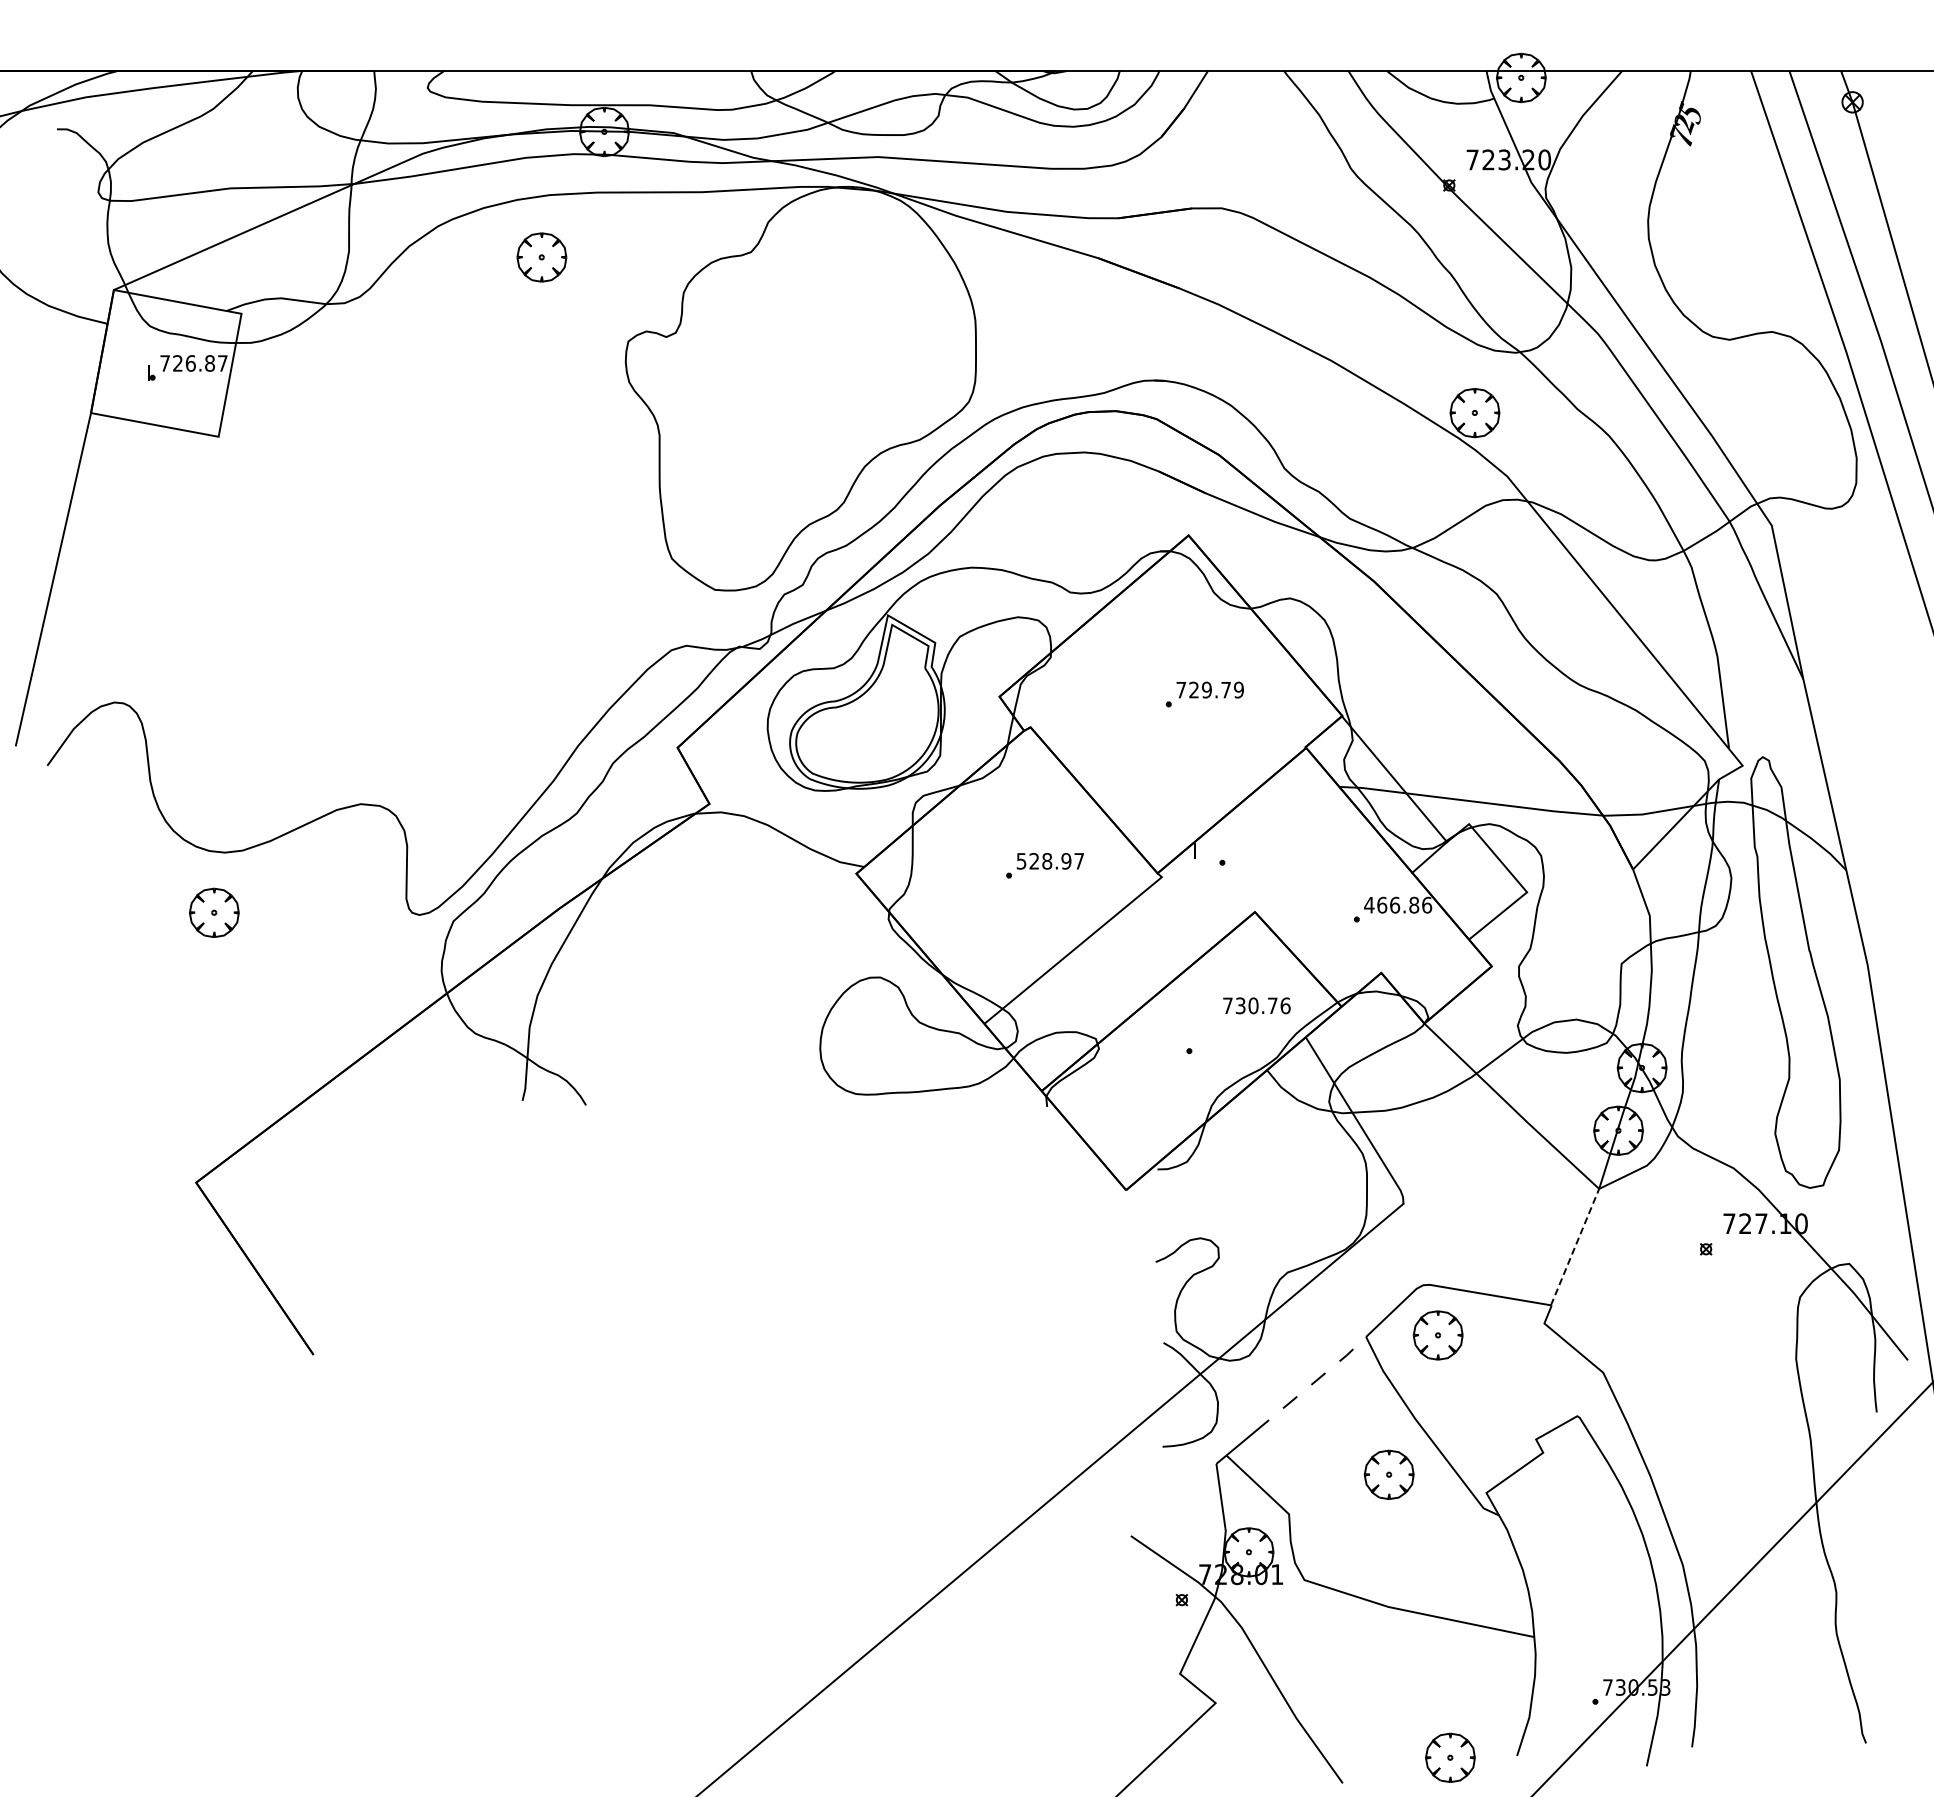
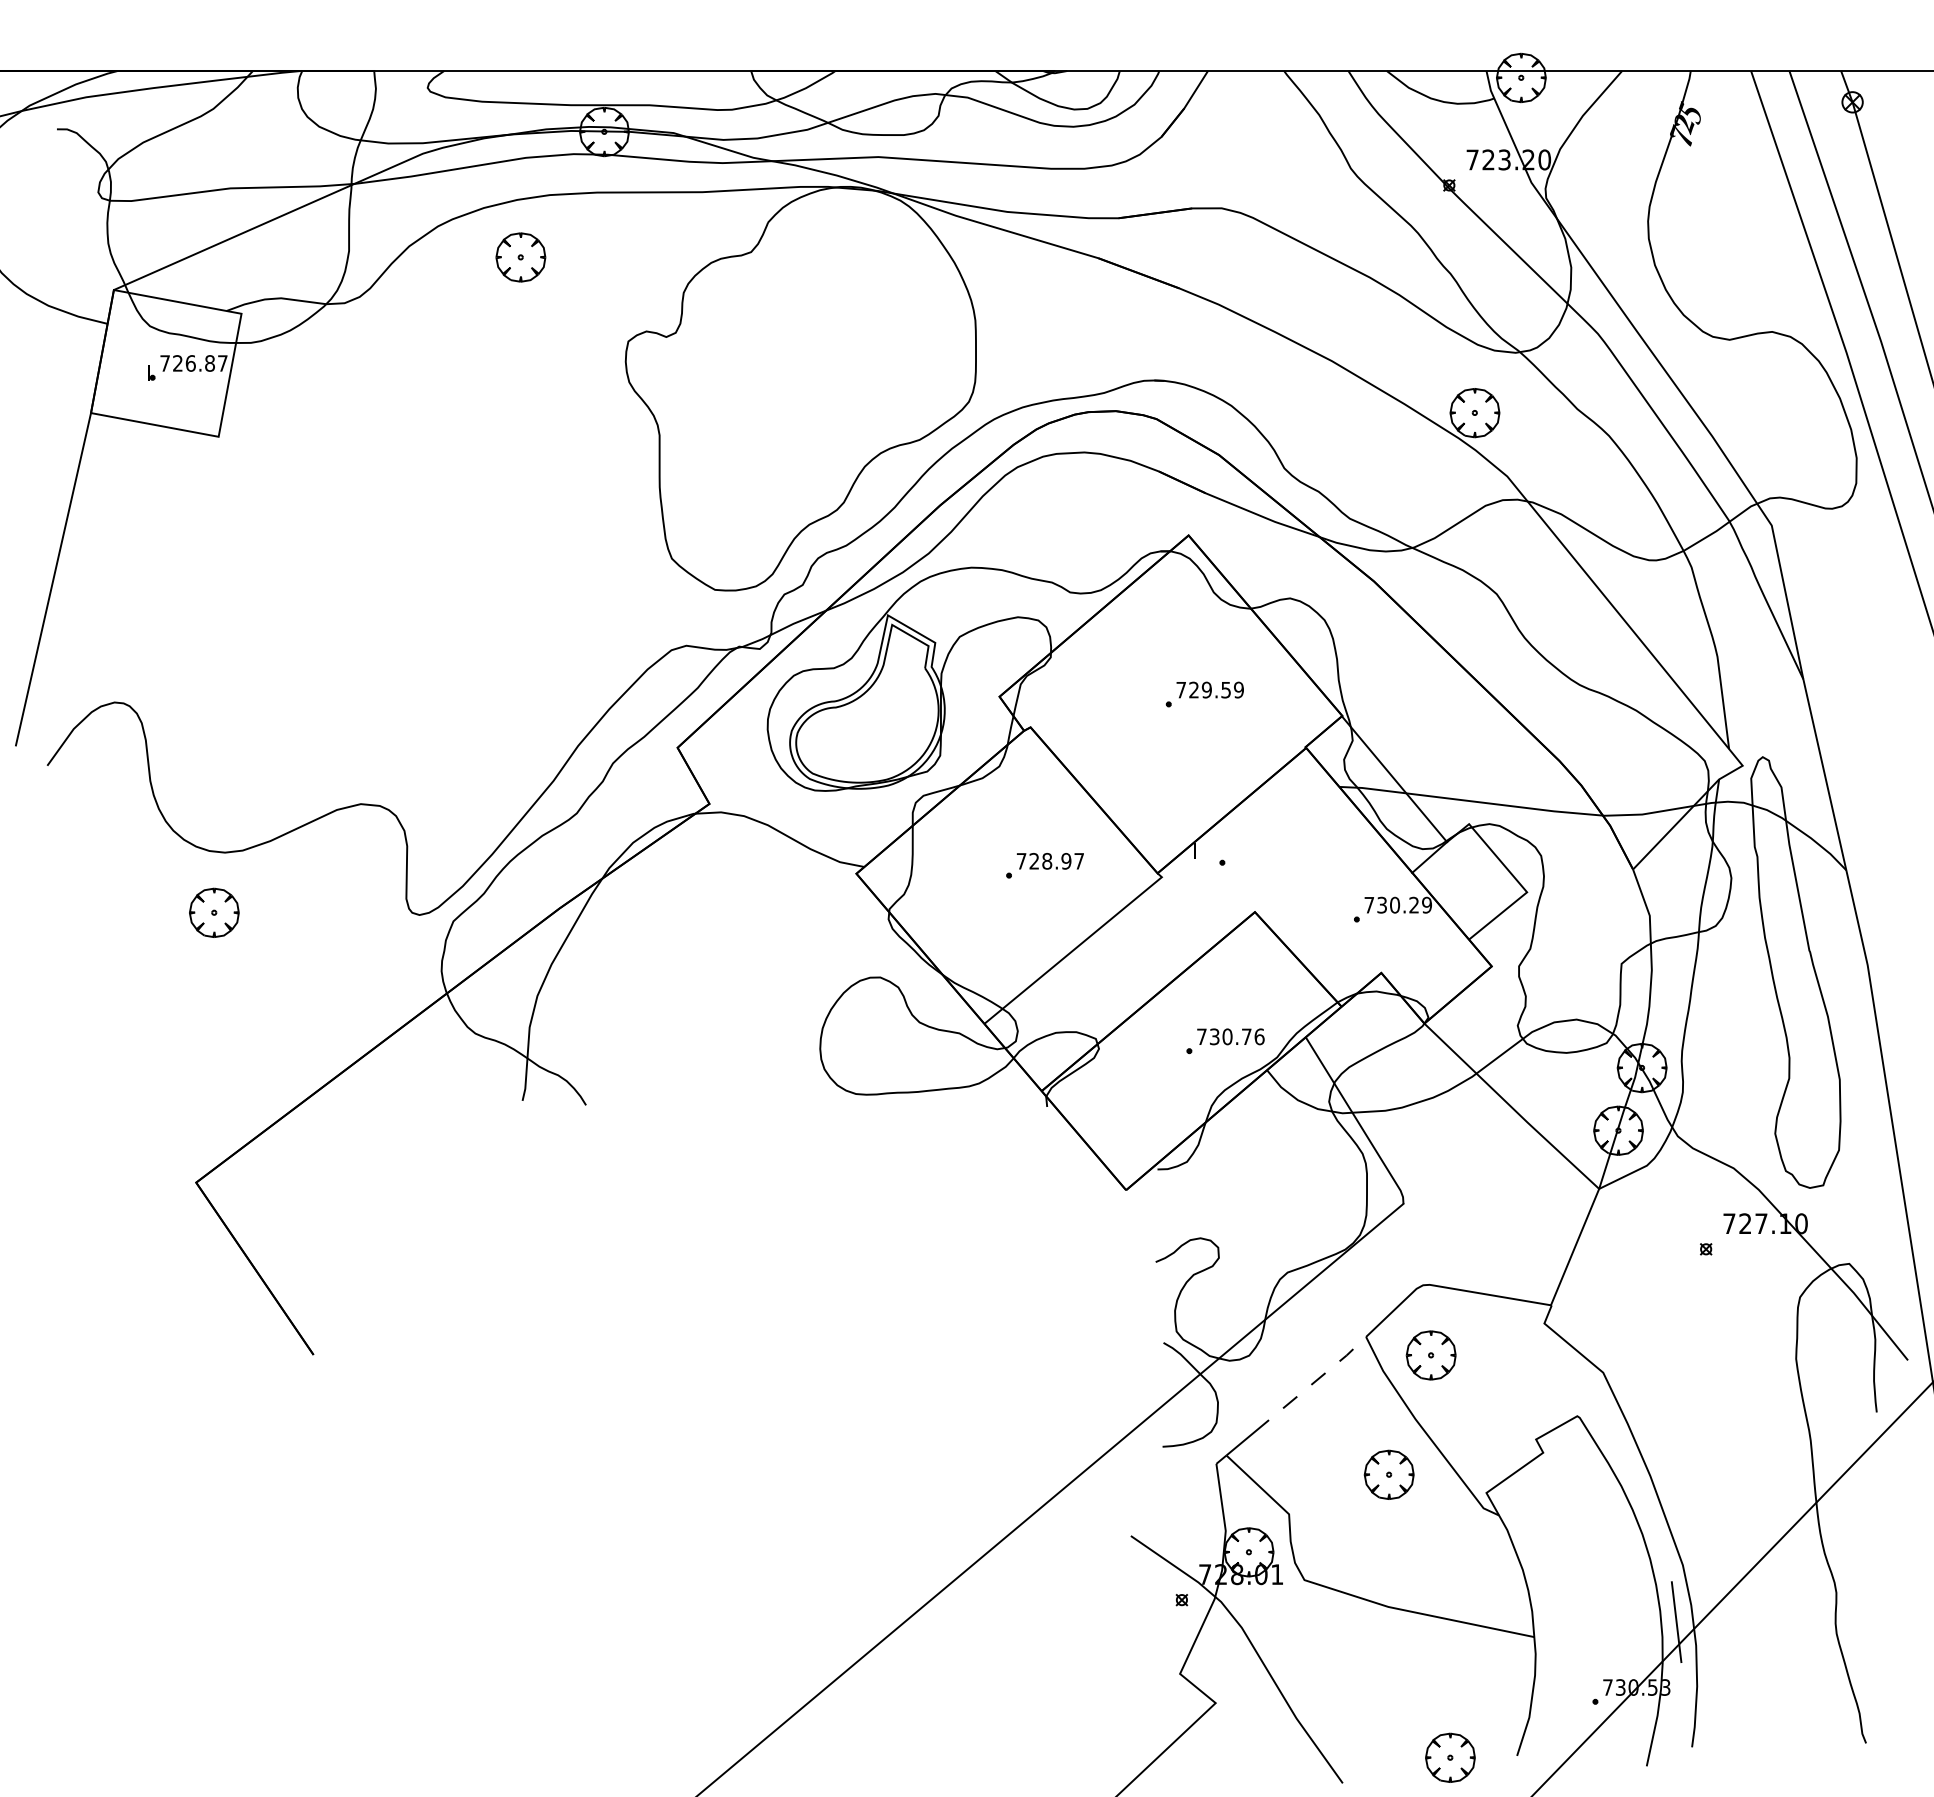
part at (541, 257) position: (541, 257) -> (520, 257)
text at (1225, 690): 729.79 -> 729.59
text at (1021, 861): 528.97 -> 728.97
text at (1398, 904): 466.86 -> 730.29
text at (1256, 1005) position: (1256, 1005) -> (1230, 1036)
line at (1575, 1247): dashed -> solid
part at (1437, 1335) position: (1437, 1335) -> (1430, 1355)
line at (1676, 1622): none -> present
